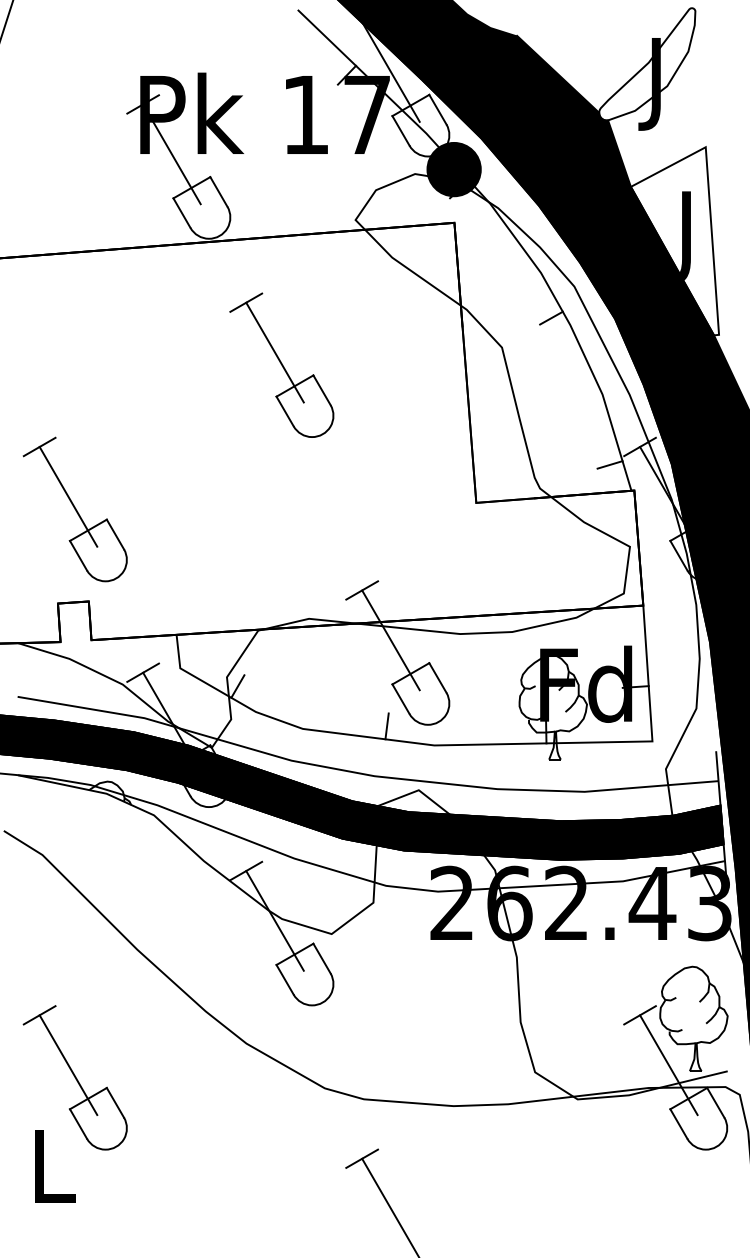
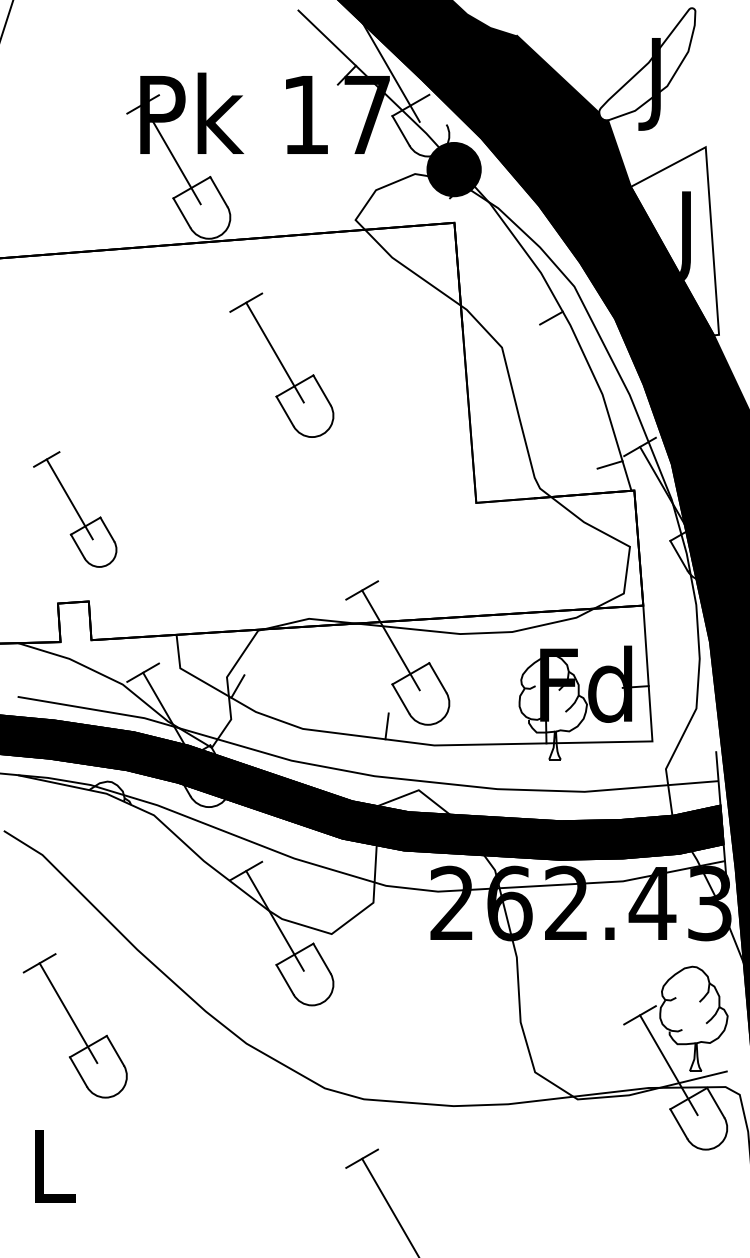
line at (437, 109): present -> none
part at (74, 509) size: 106x147 px -> 85x117 px
part at (74, 1077) position: (74, 1077) -> (74, 1025)
